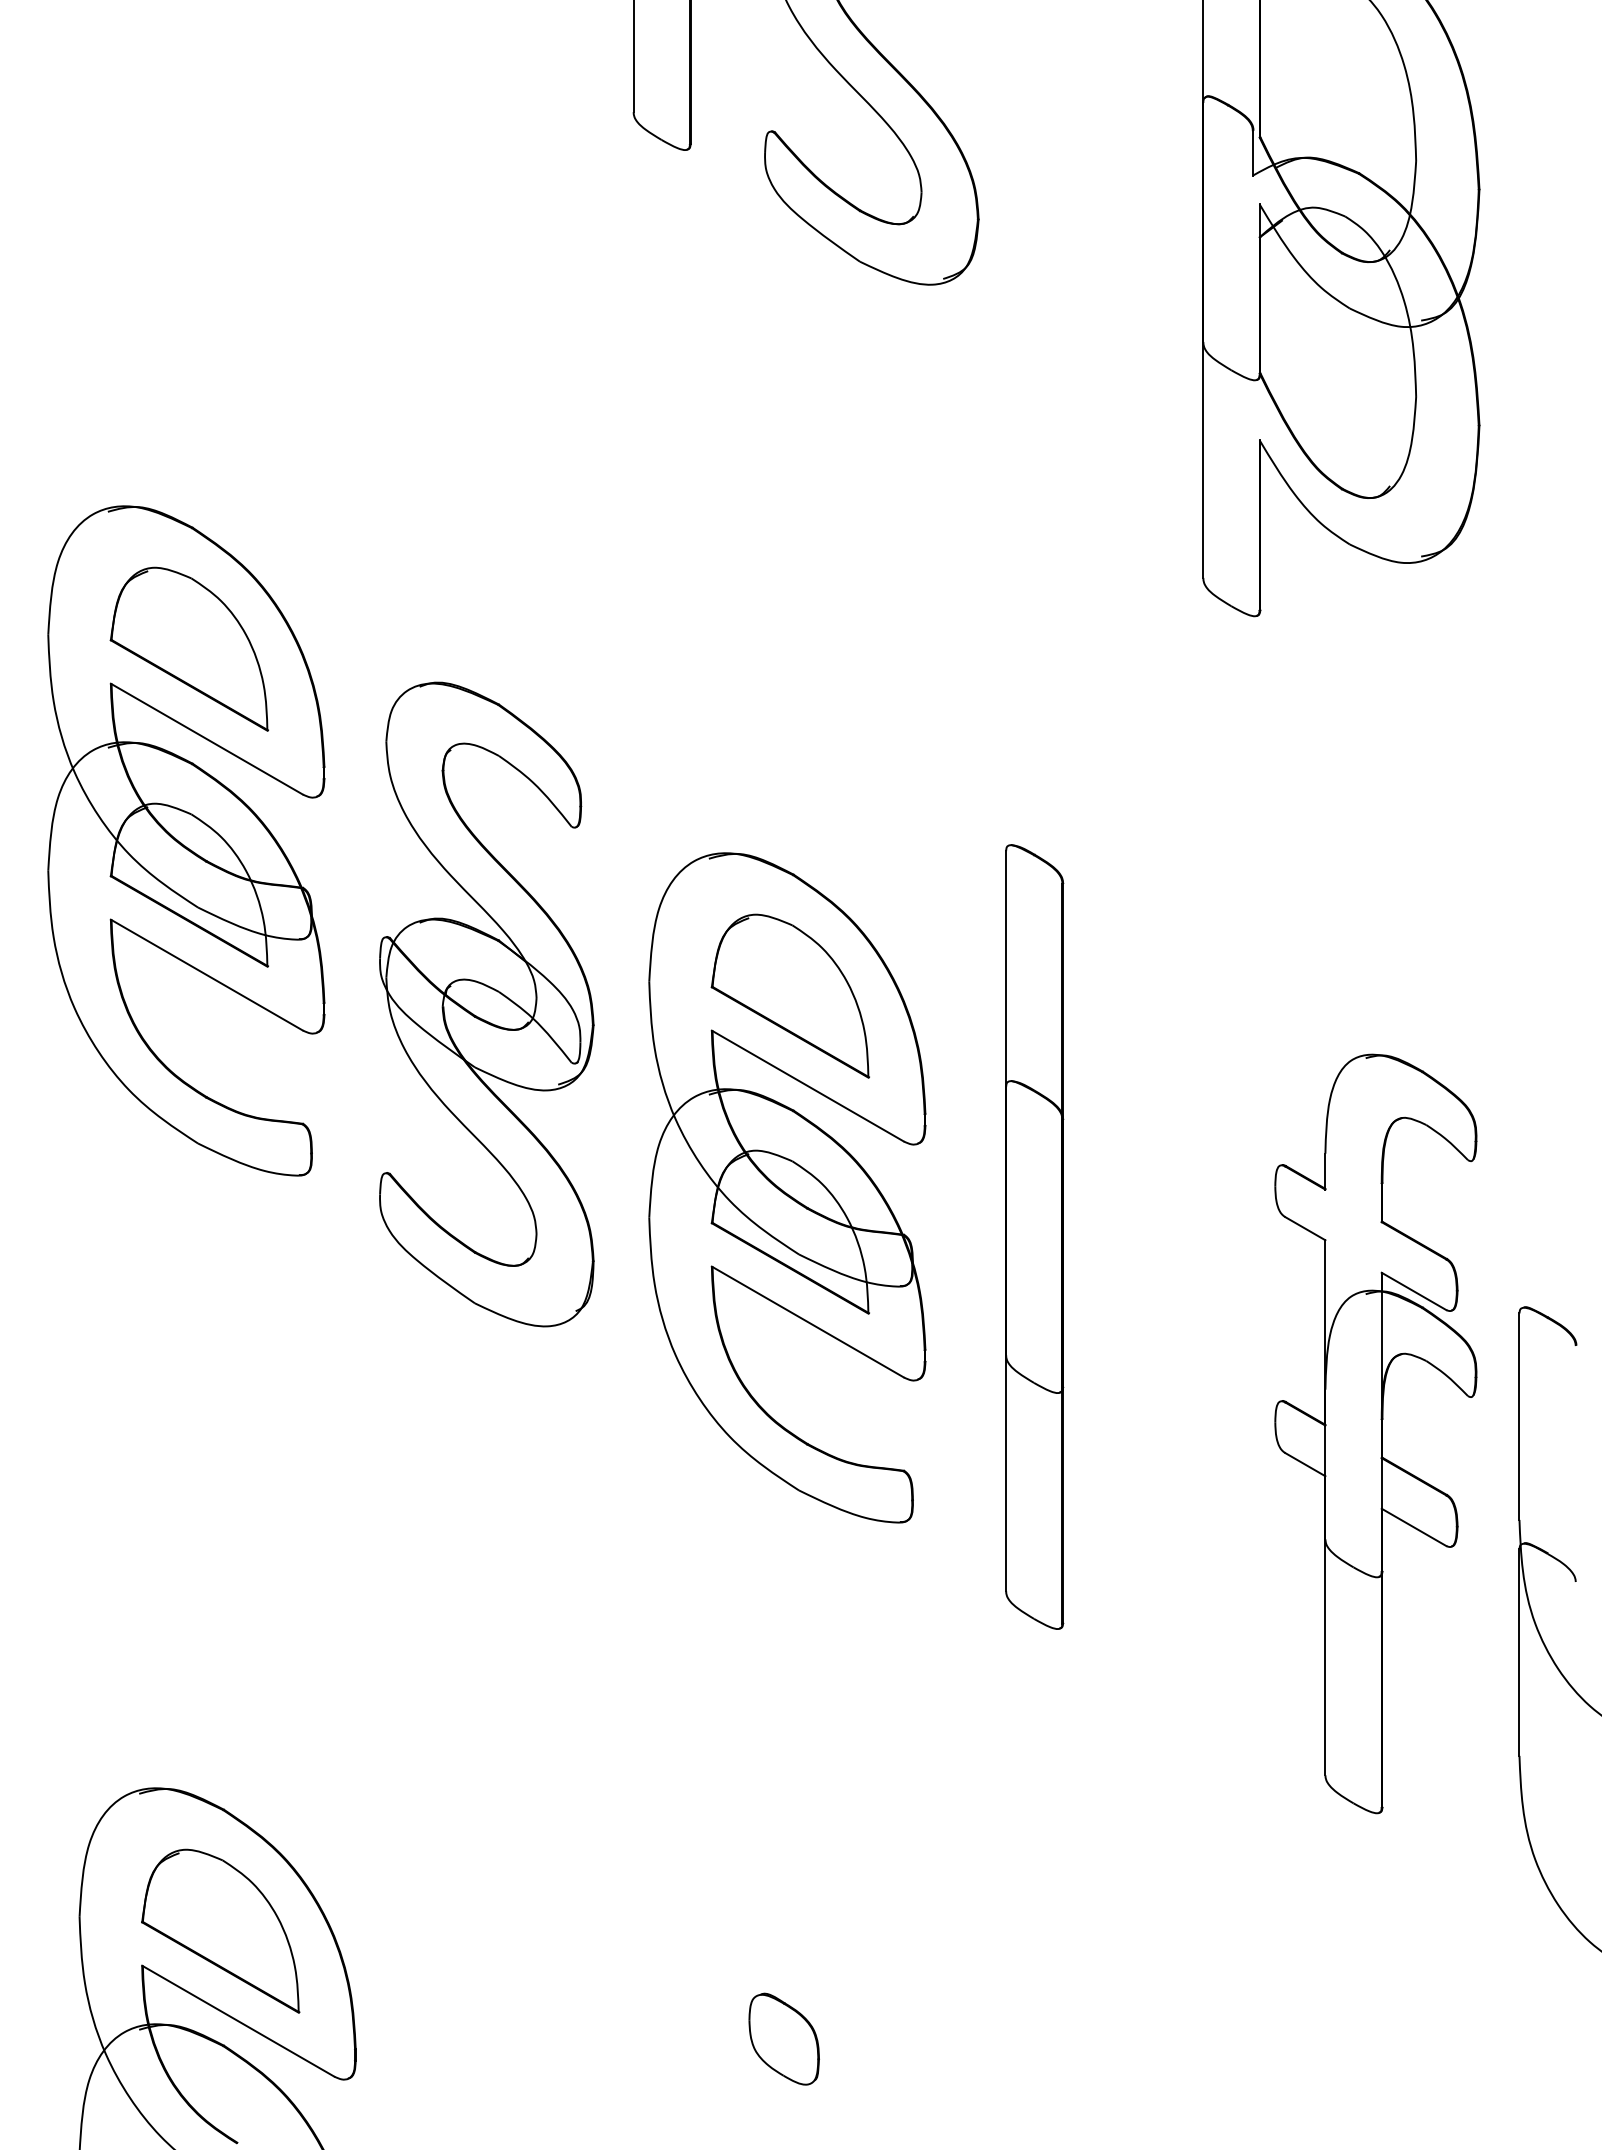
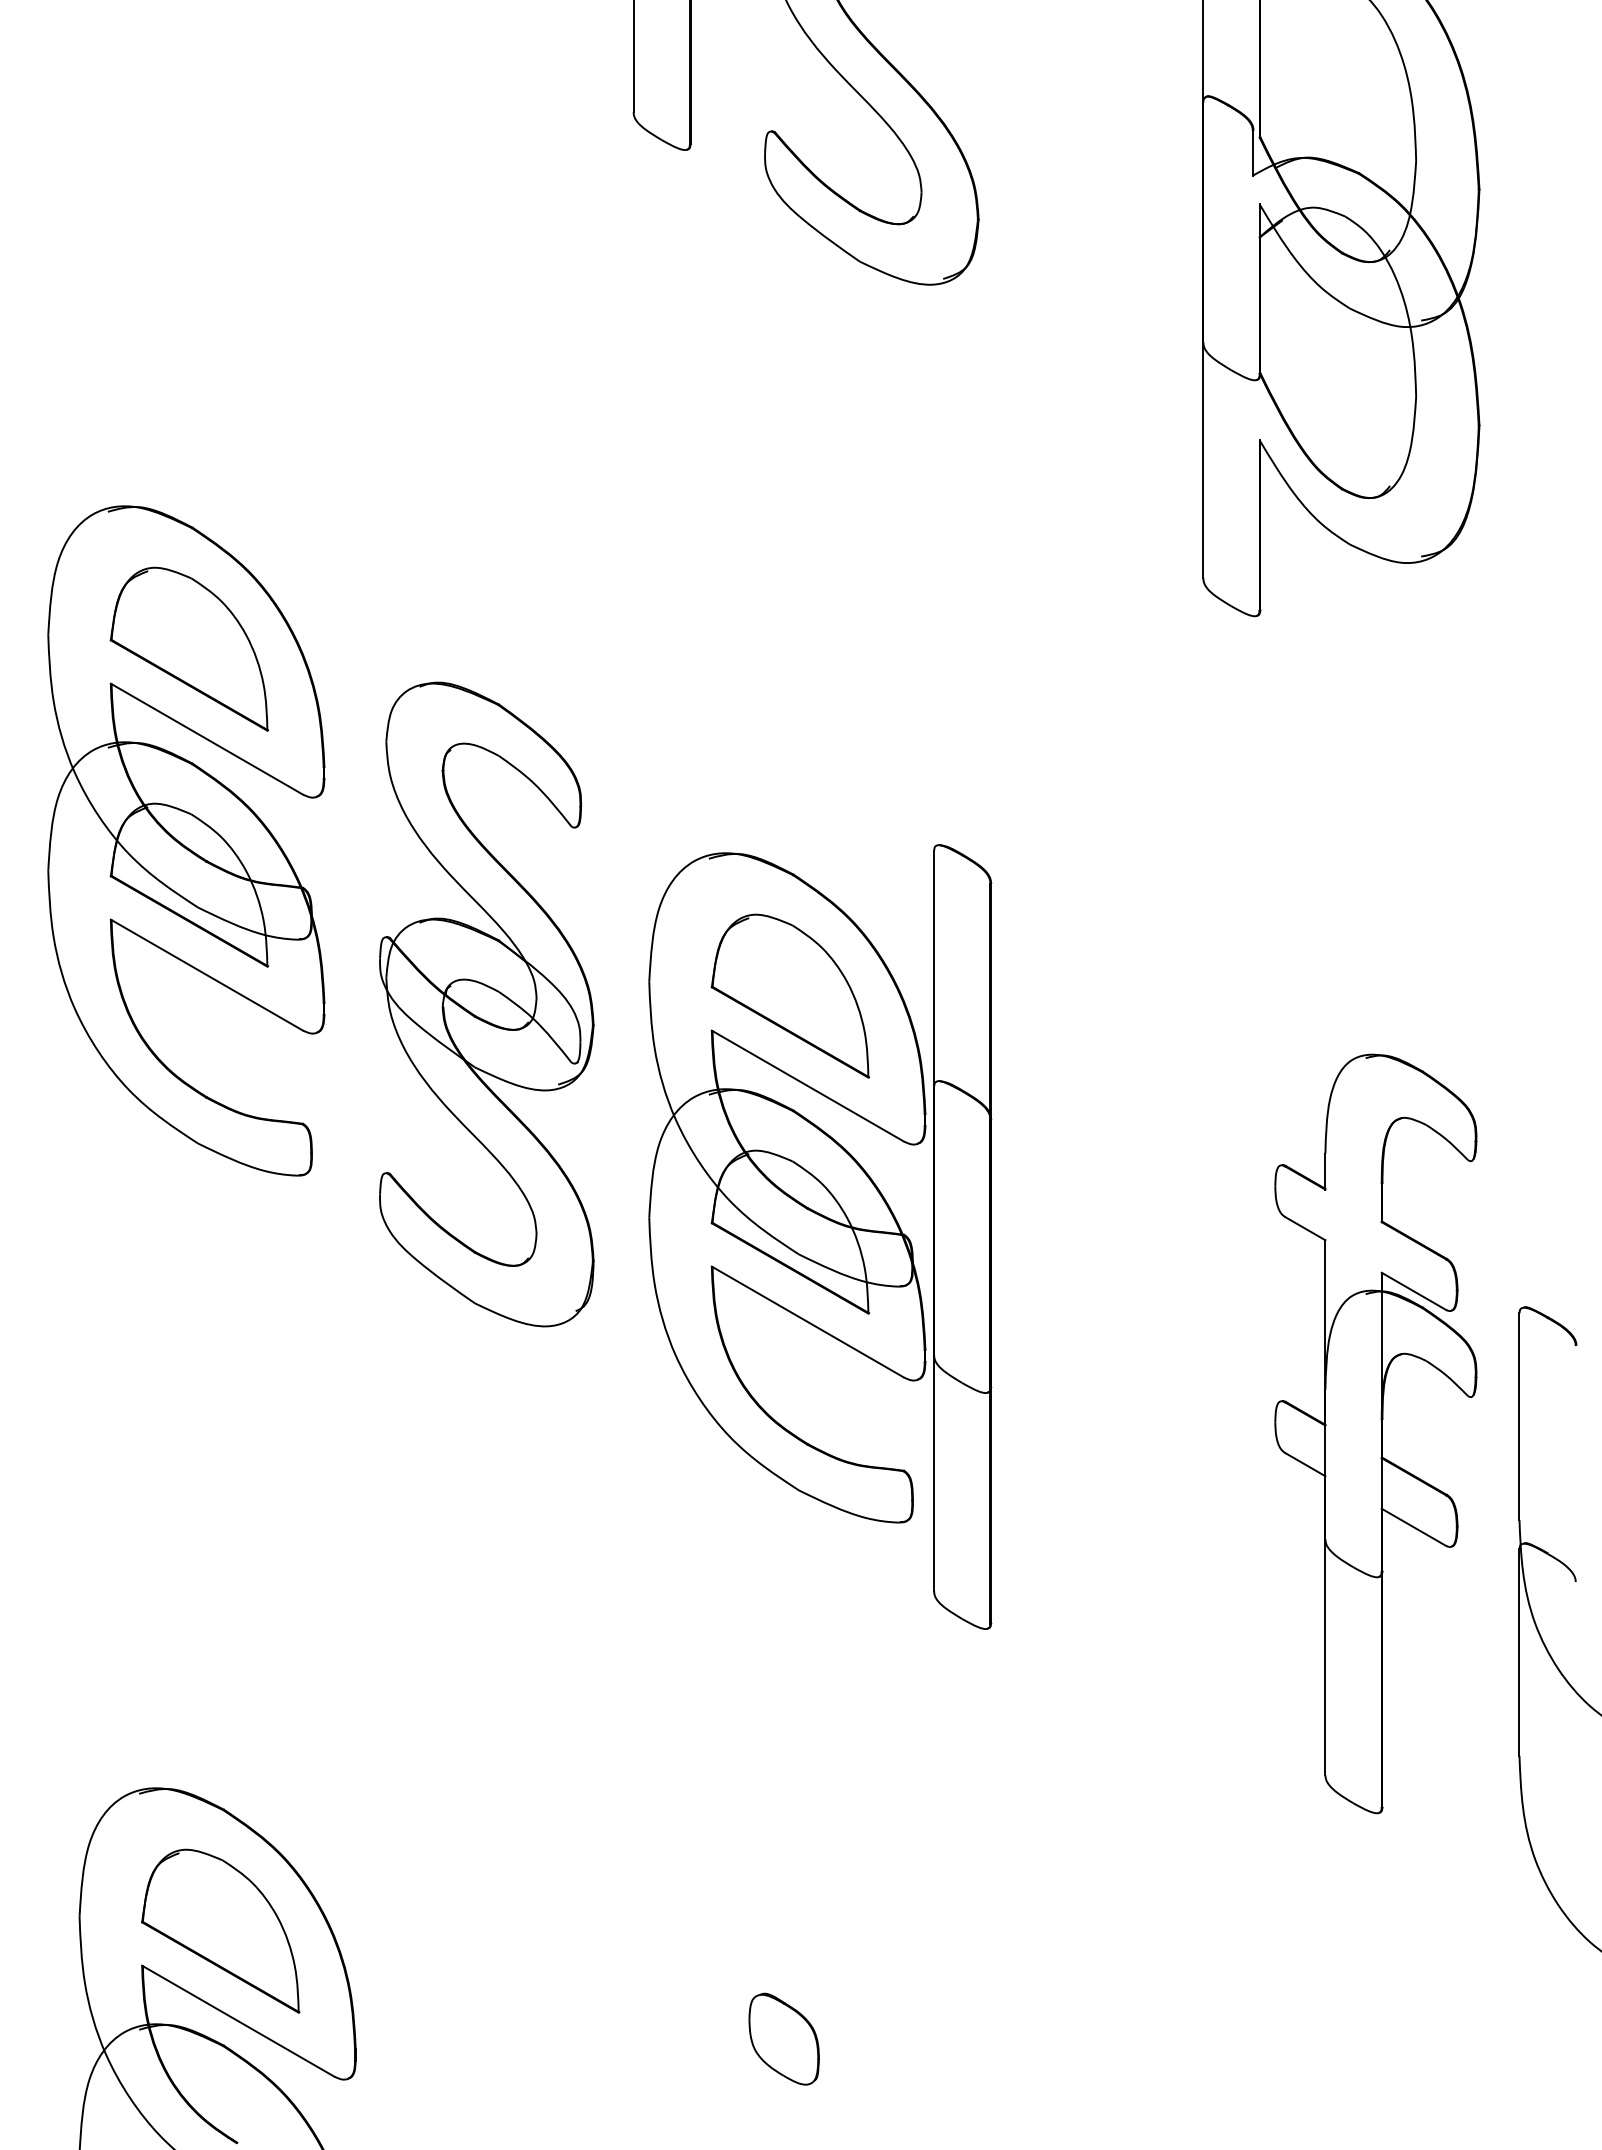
part at (1034, 1236) position: (1034, 1236) -> (962, 1236)
